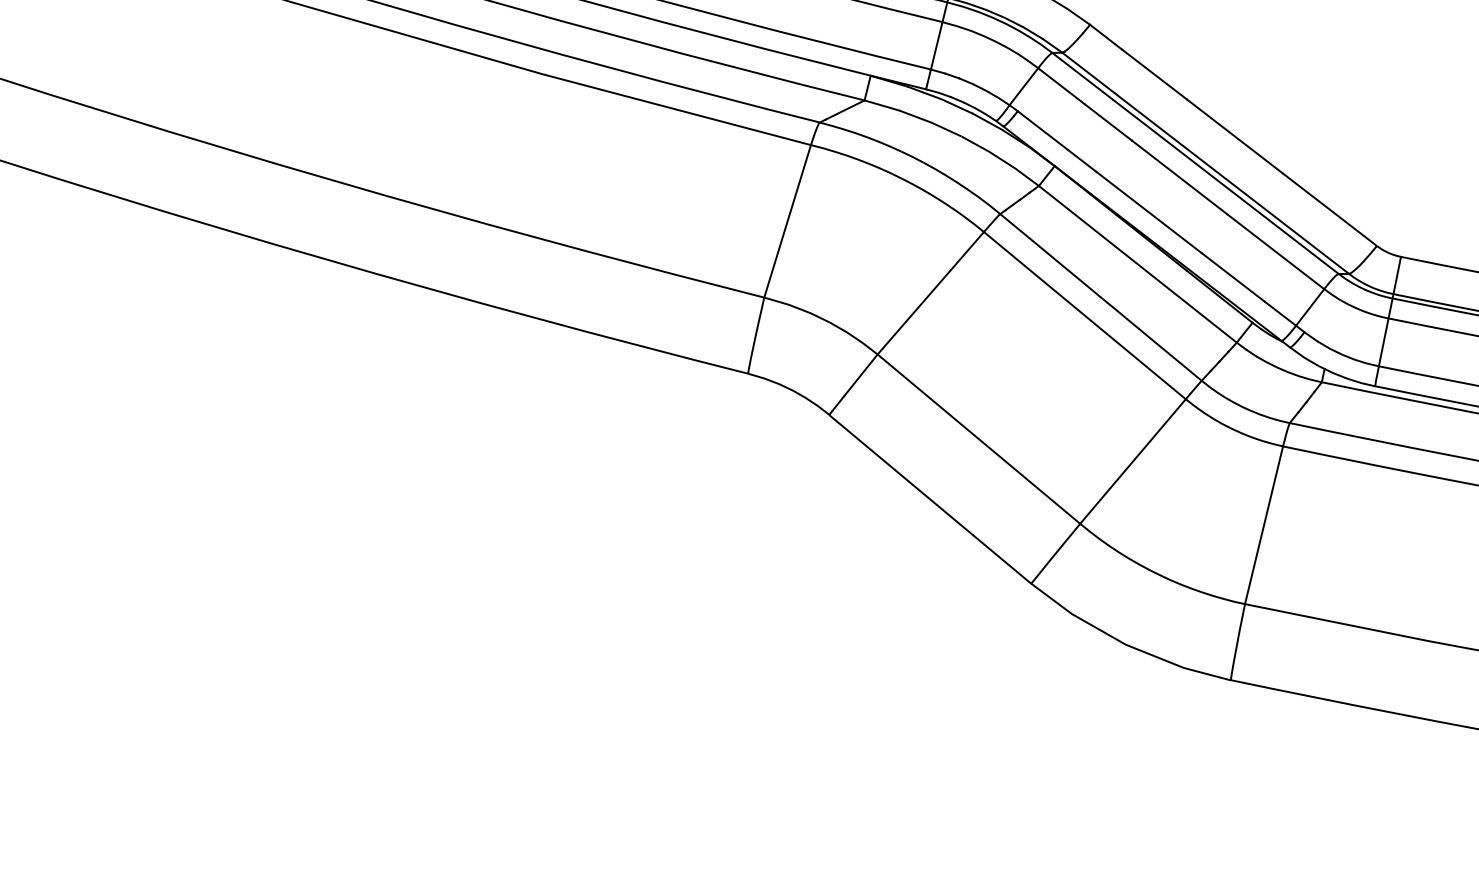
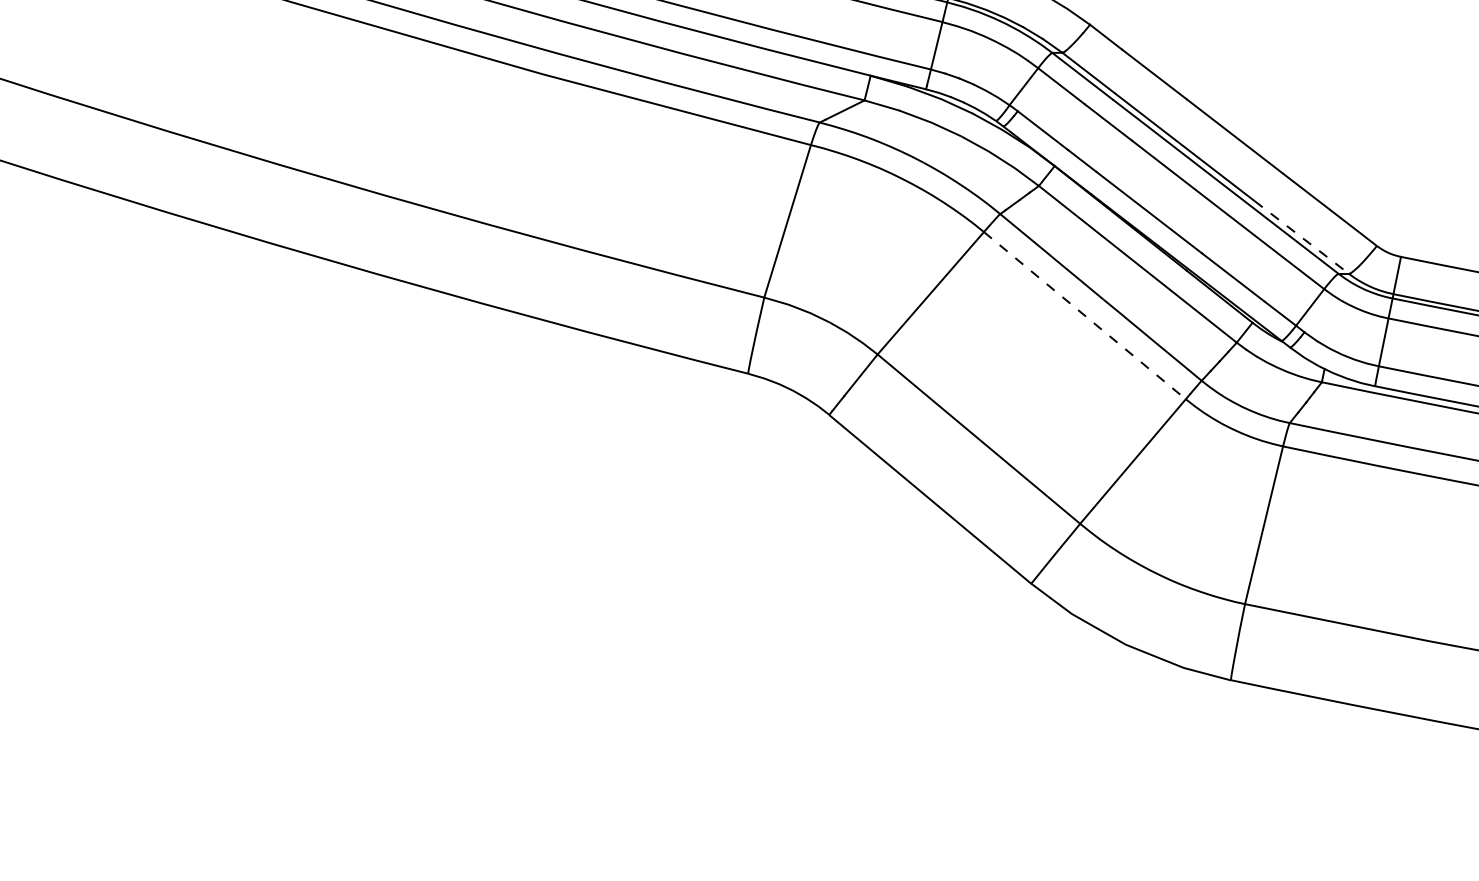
line at (1301, 237): solid -> dashed
line at (1085, 315): solid -> dashed
